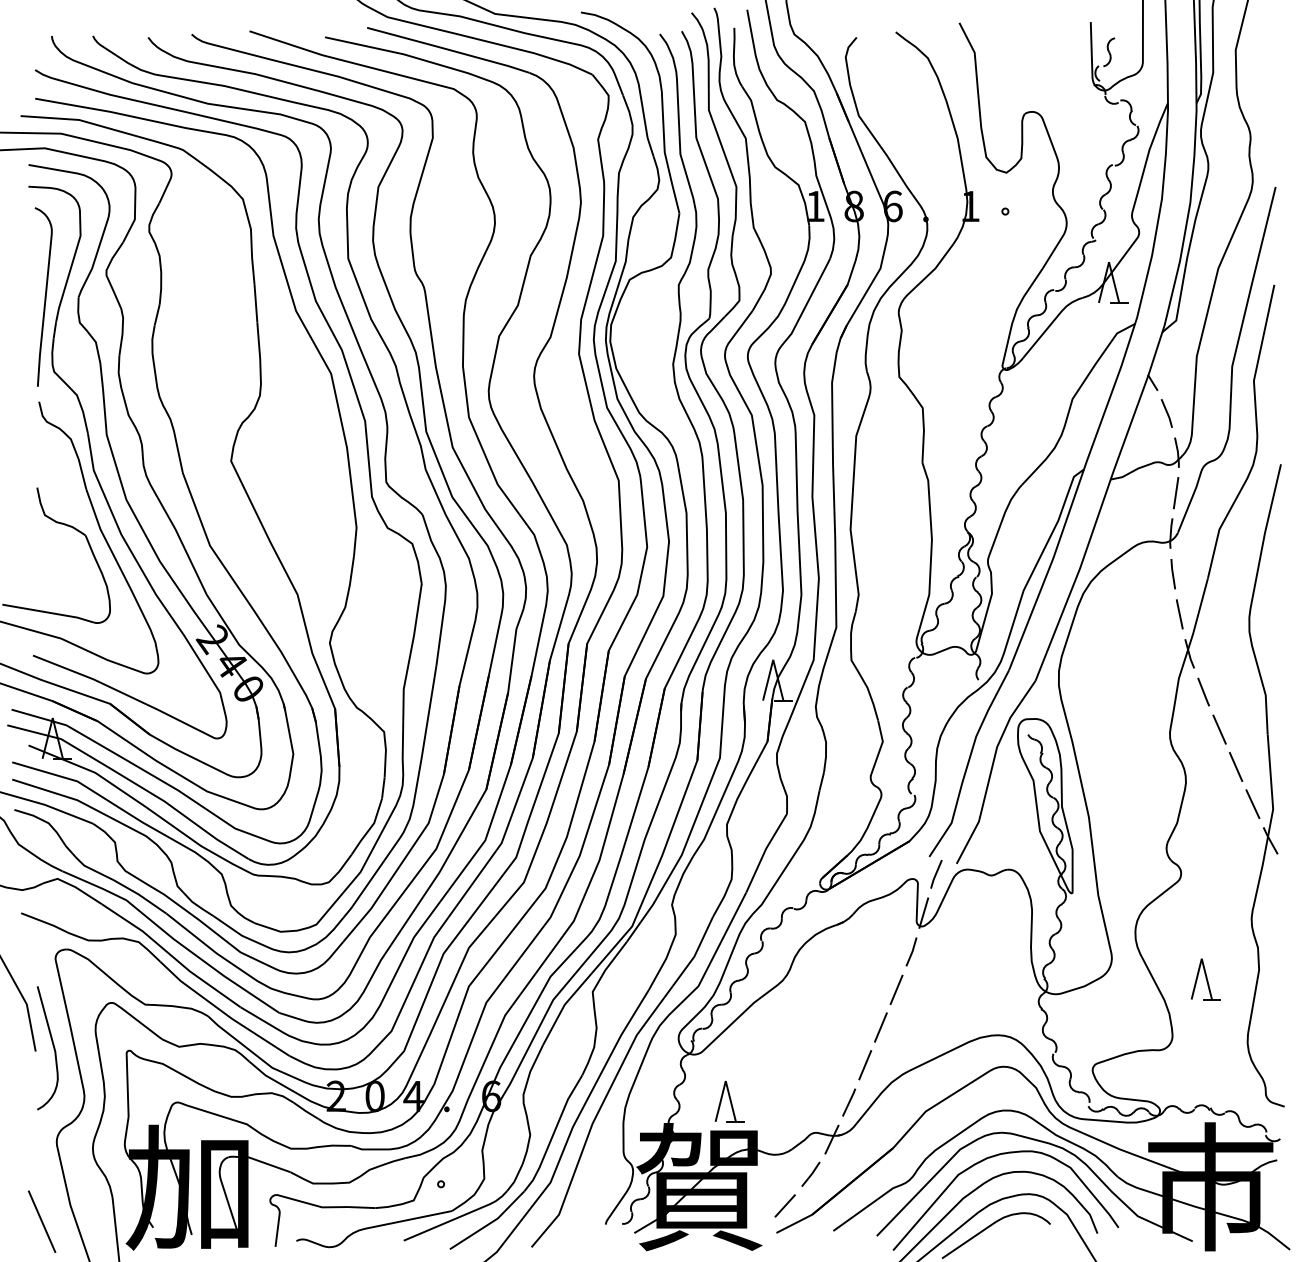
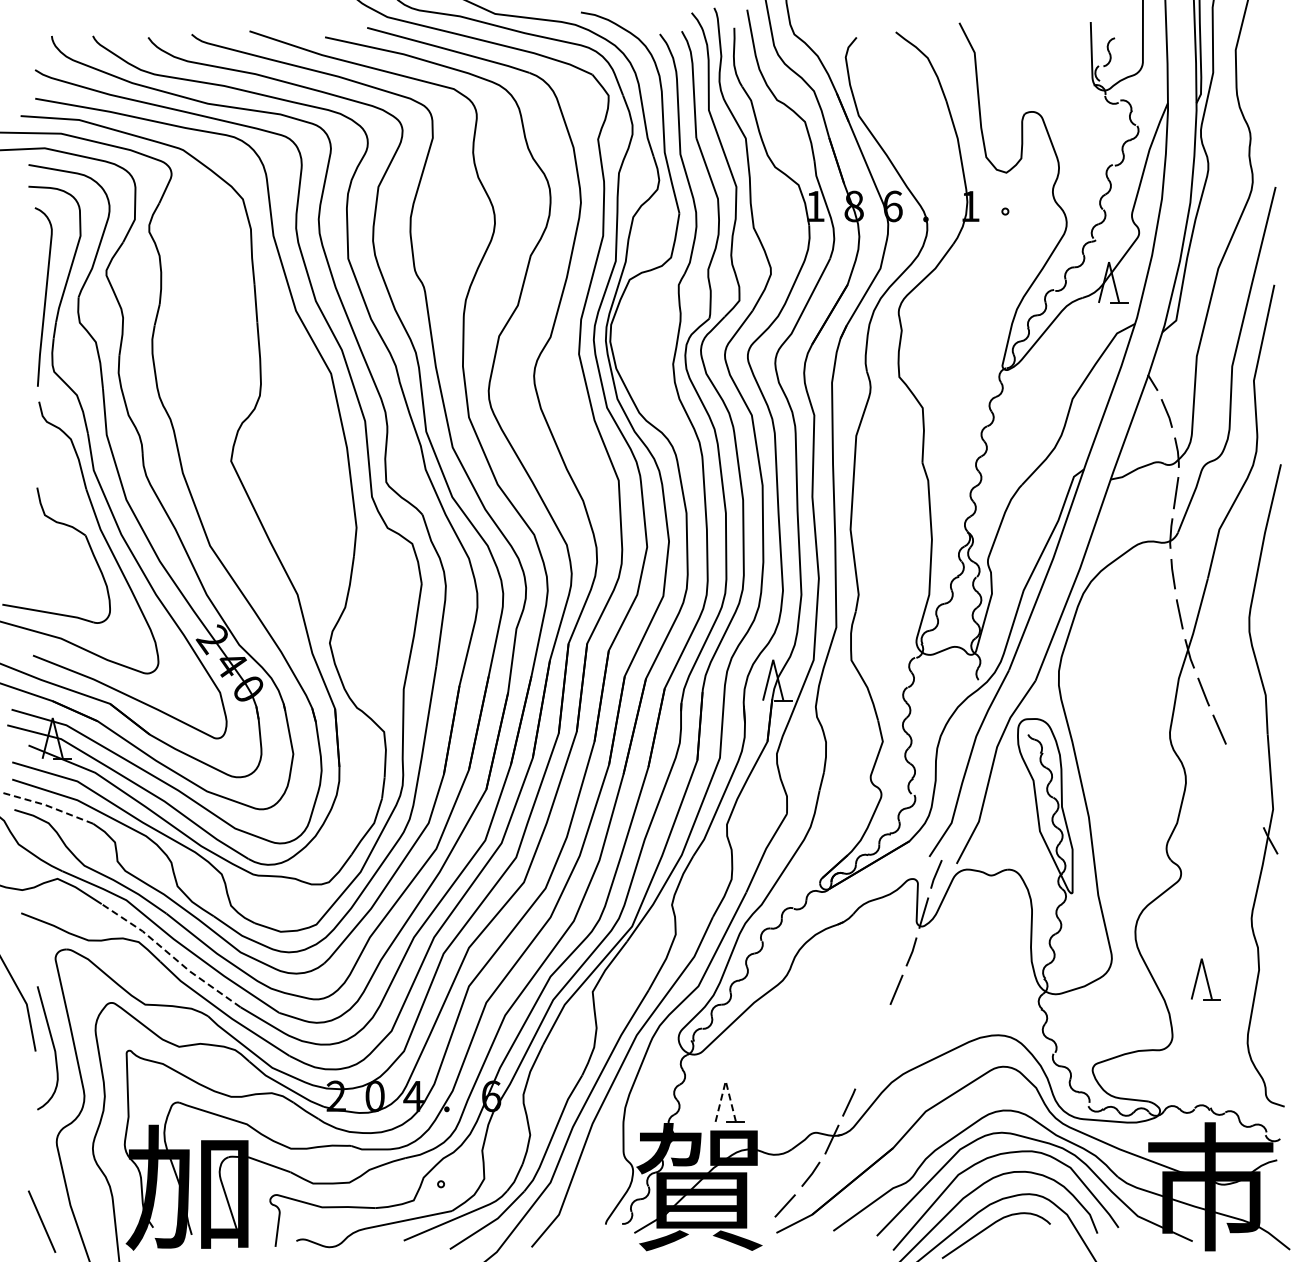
line at (1235, 767): present -> none
line at (1252, 804): present -> none
line at (46, 805): solid -> dashed
line at (170, 954): solid -> dashed
line at (880, 1027): present -> none
line at (865, 1065): present -> none
line at (725, 1081): solid -> dashed
